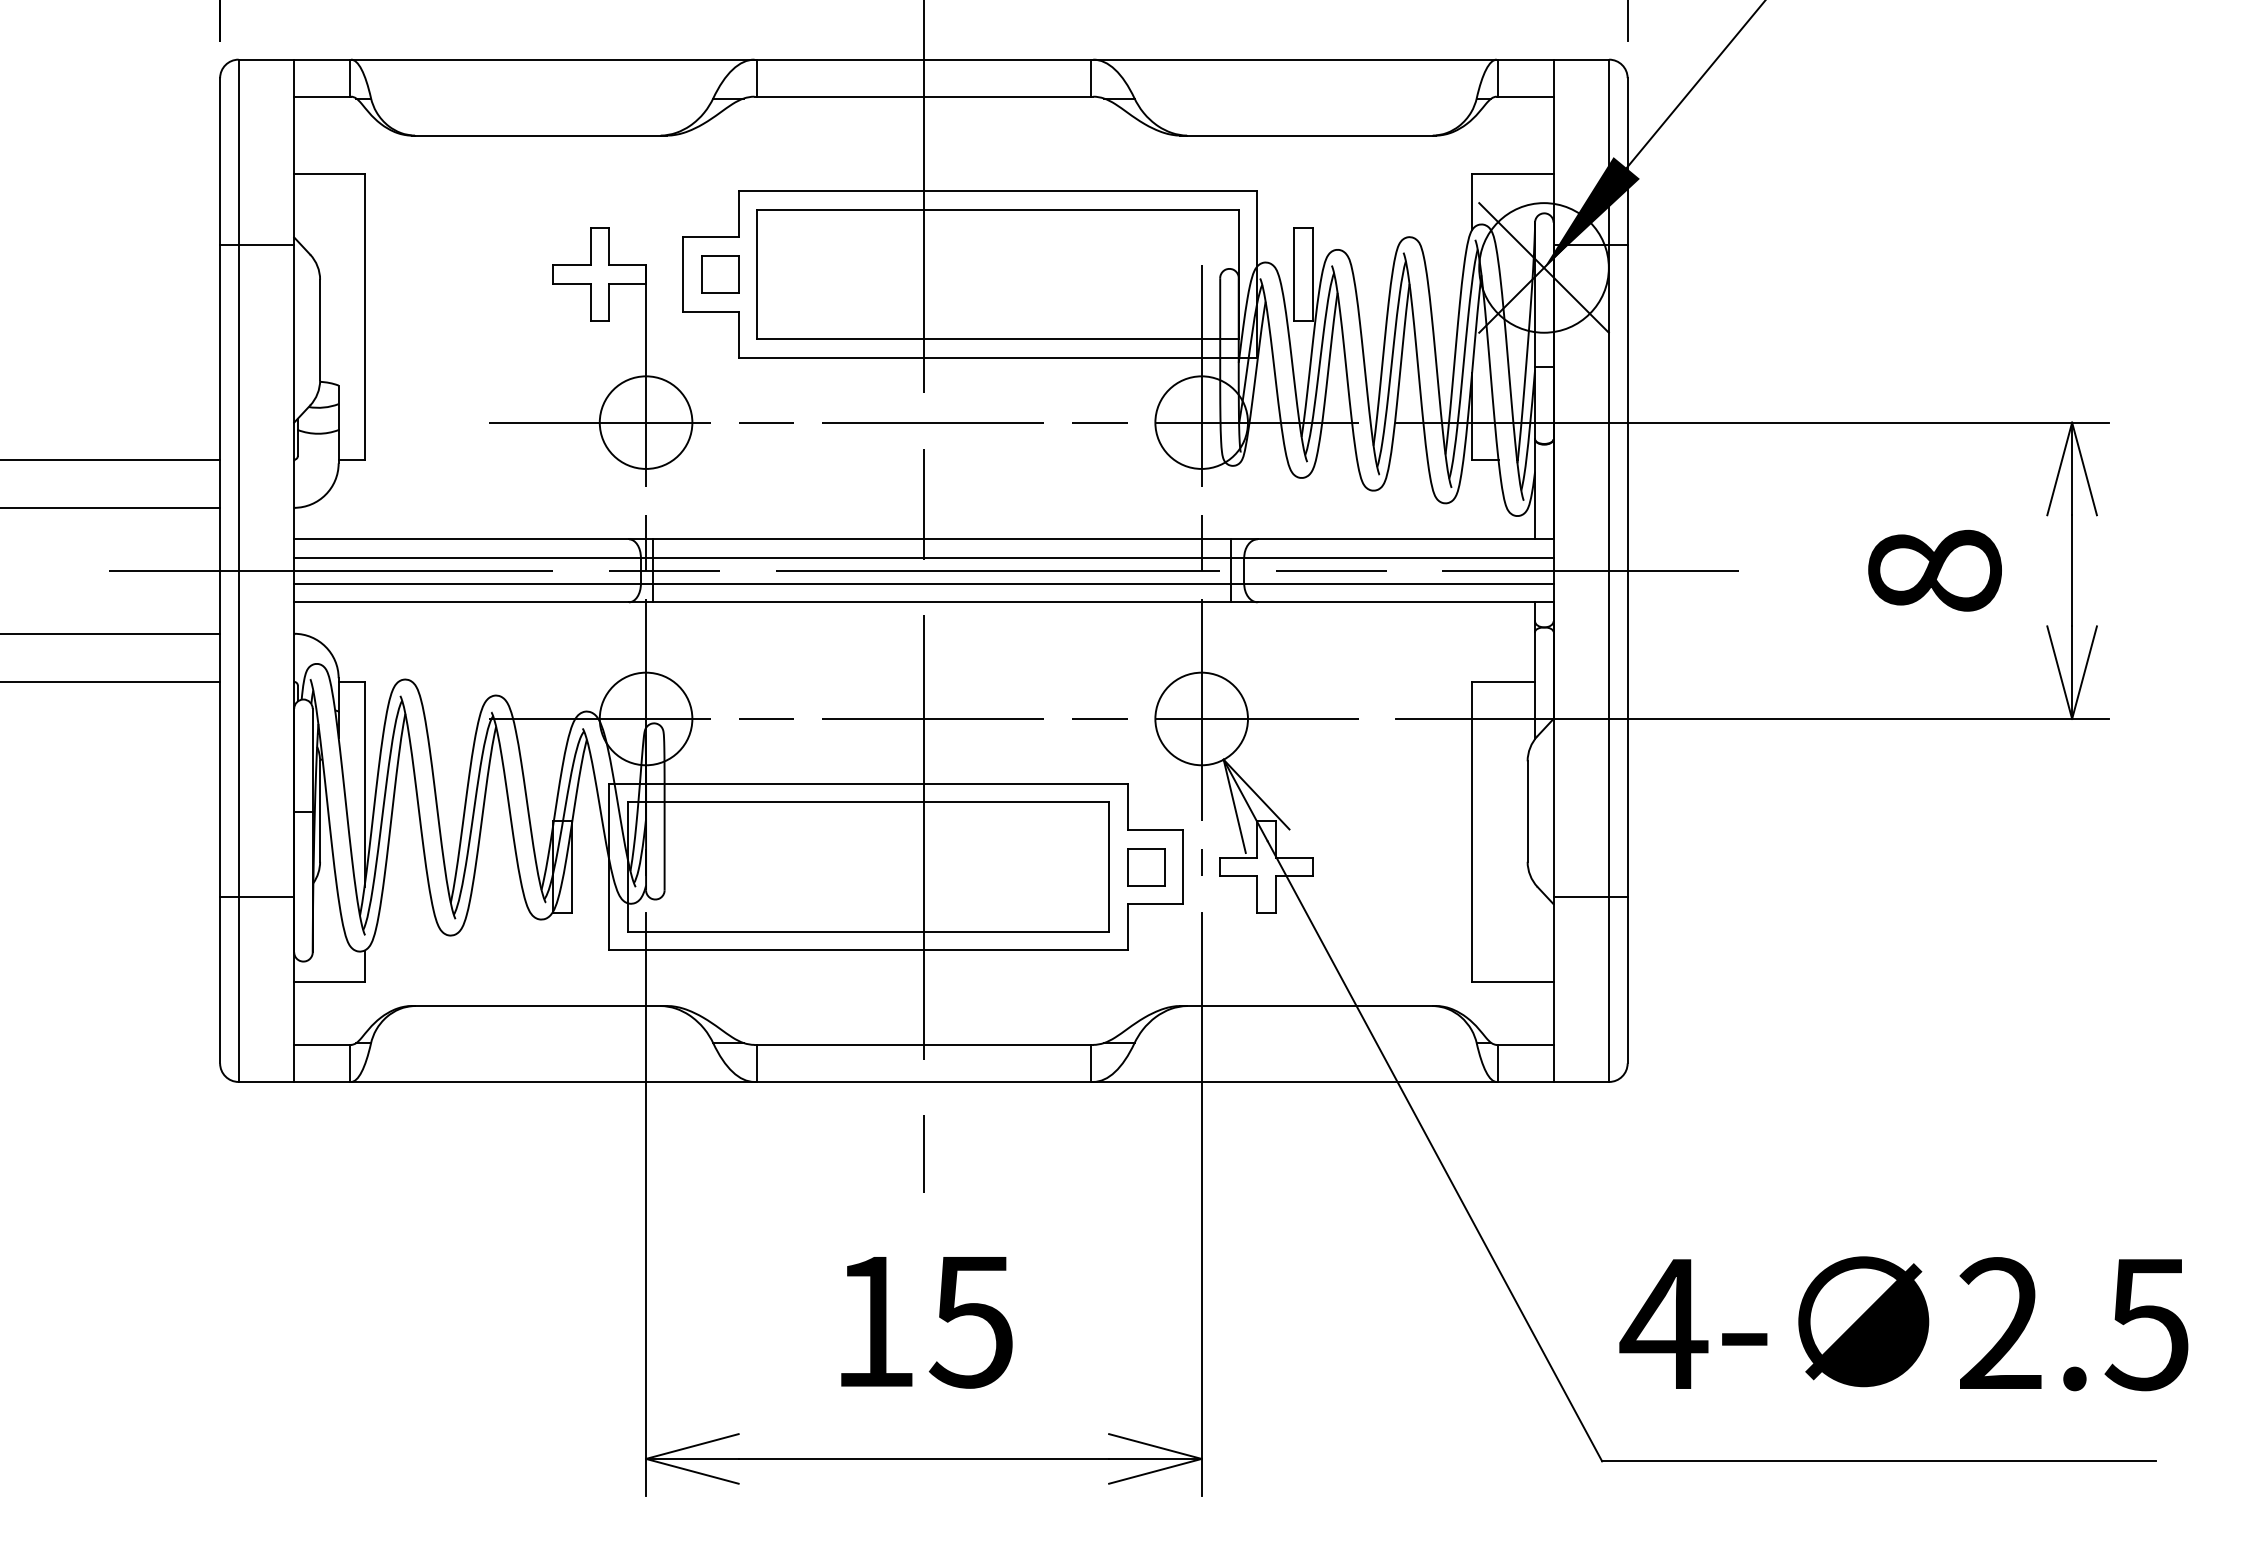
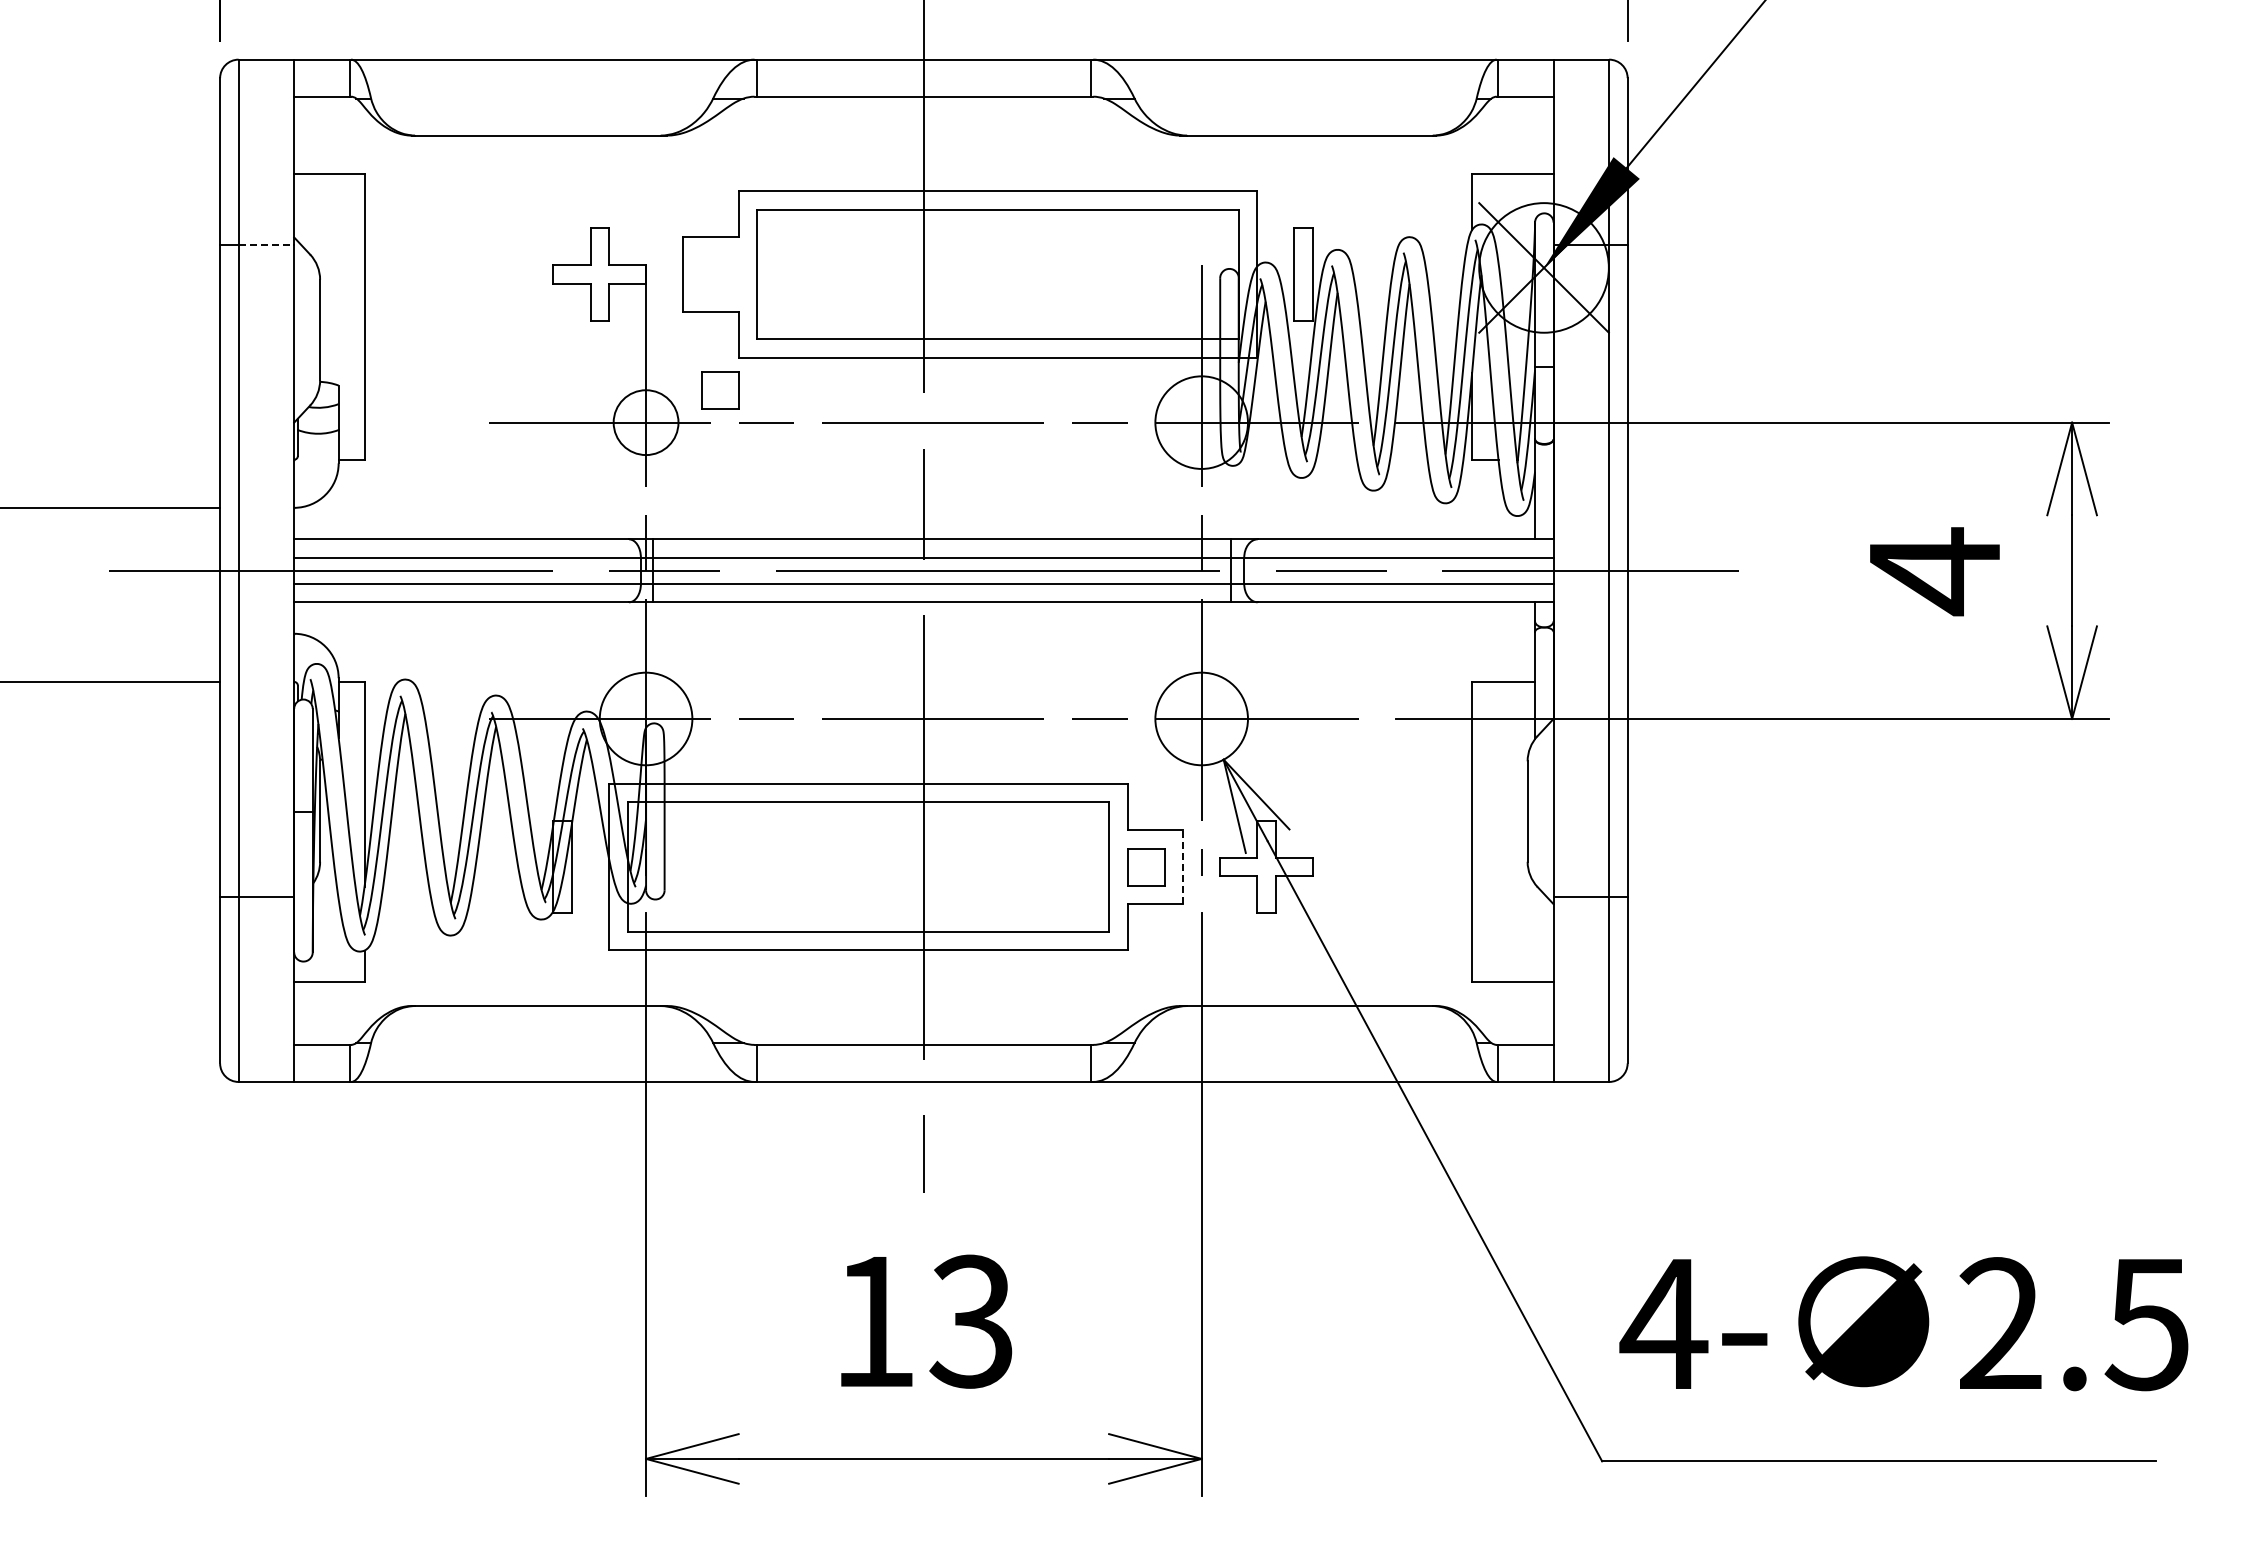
line at (266, 244): solid -> dashed
part at (720, 274) position: (720, 274) -> (720, 390)
circle at (645, 422) diameter: 93 px -> 65 px
line at (111, 459): present -> none
text at (1934, 571): 8 -> 4
line at (111, 633): present -> none
line at (1183, 866): solid -> dashed
text at (970, 1321): 15 -> 13
